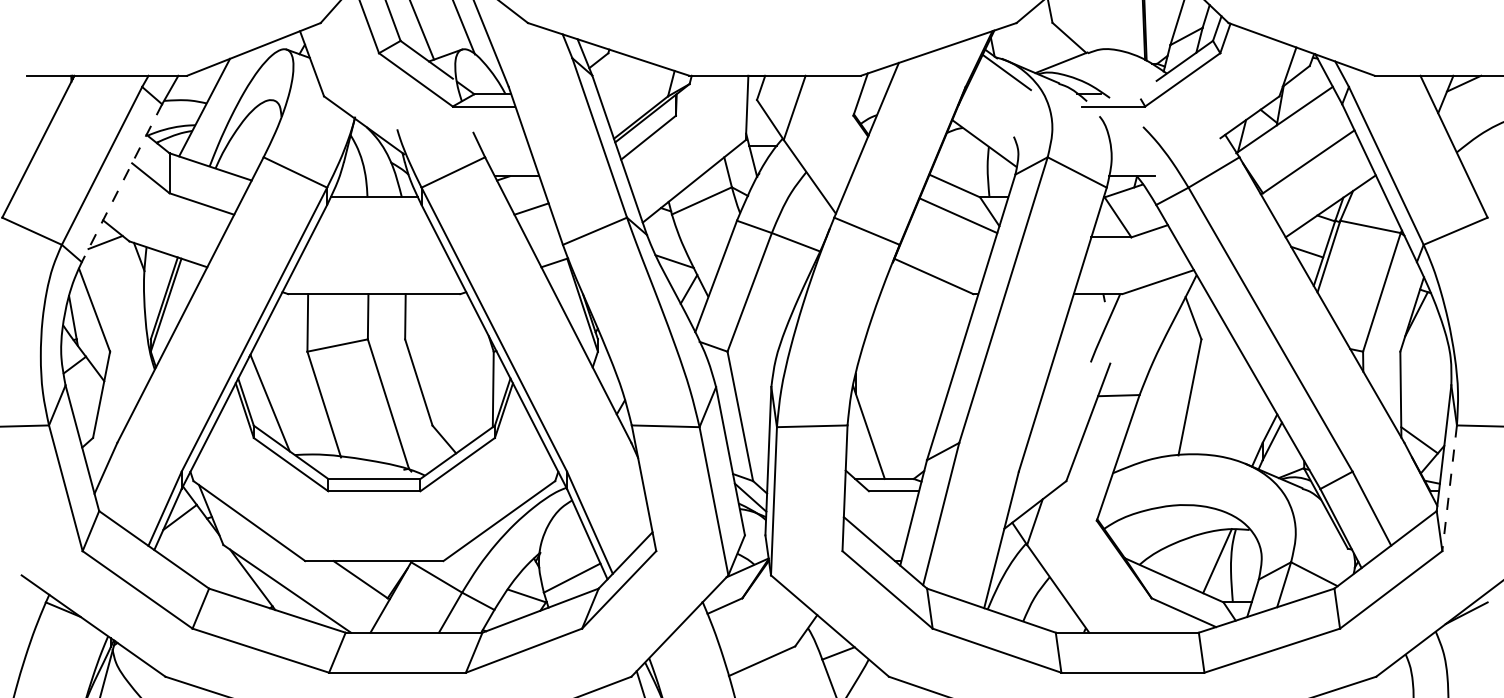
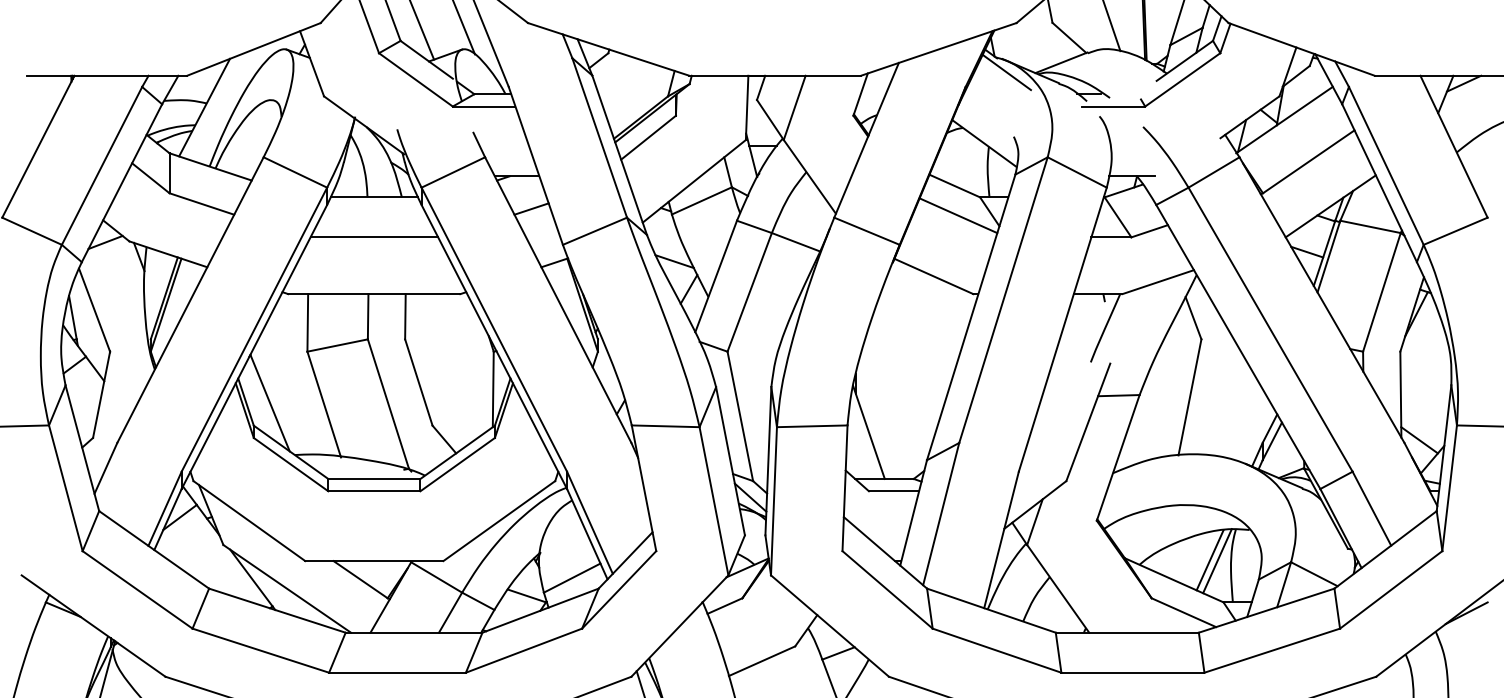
line at (1111, 26): none -> present
line at (122, 183): dashed -> solid
line at (374, 237): none -> present
line at (1449, 488): dashed -> solid
line at (1209, 560): none -> present
